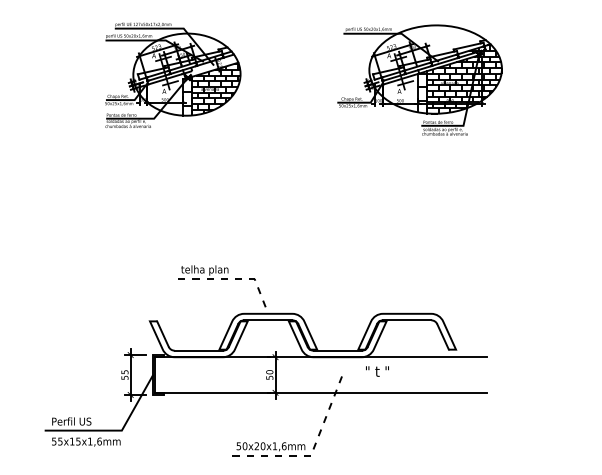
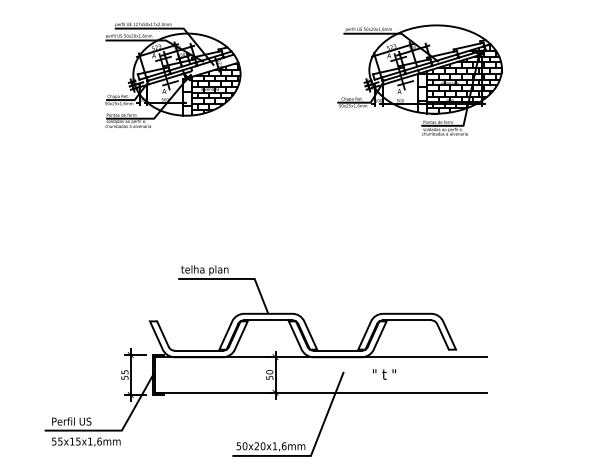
line at (235, 278): dashed -> solid
text at (377, 371) position: (377, 371) -> (384, 374)
line at (313, 450): dashed -> solid
